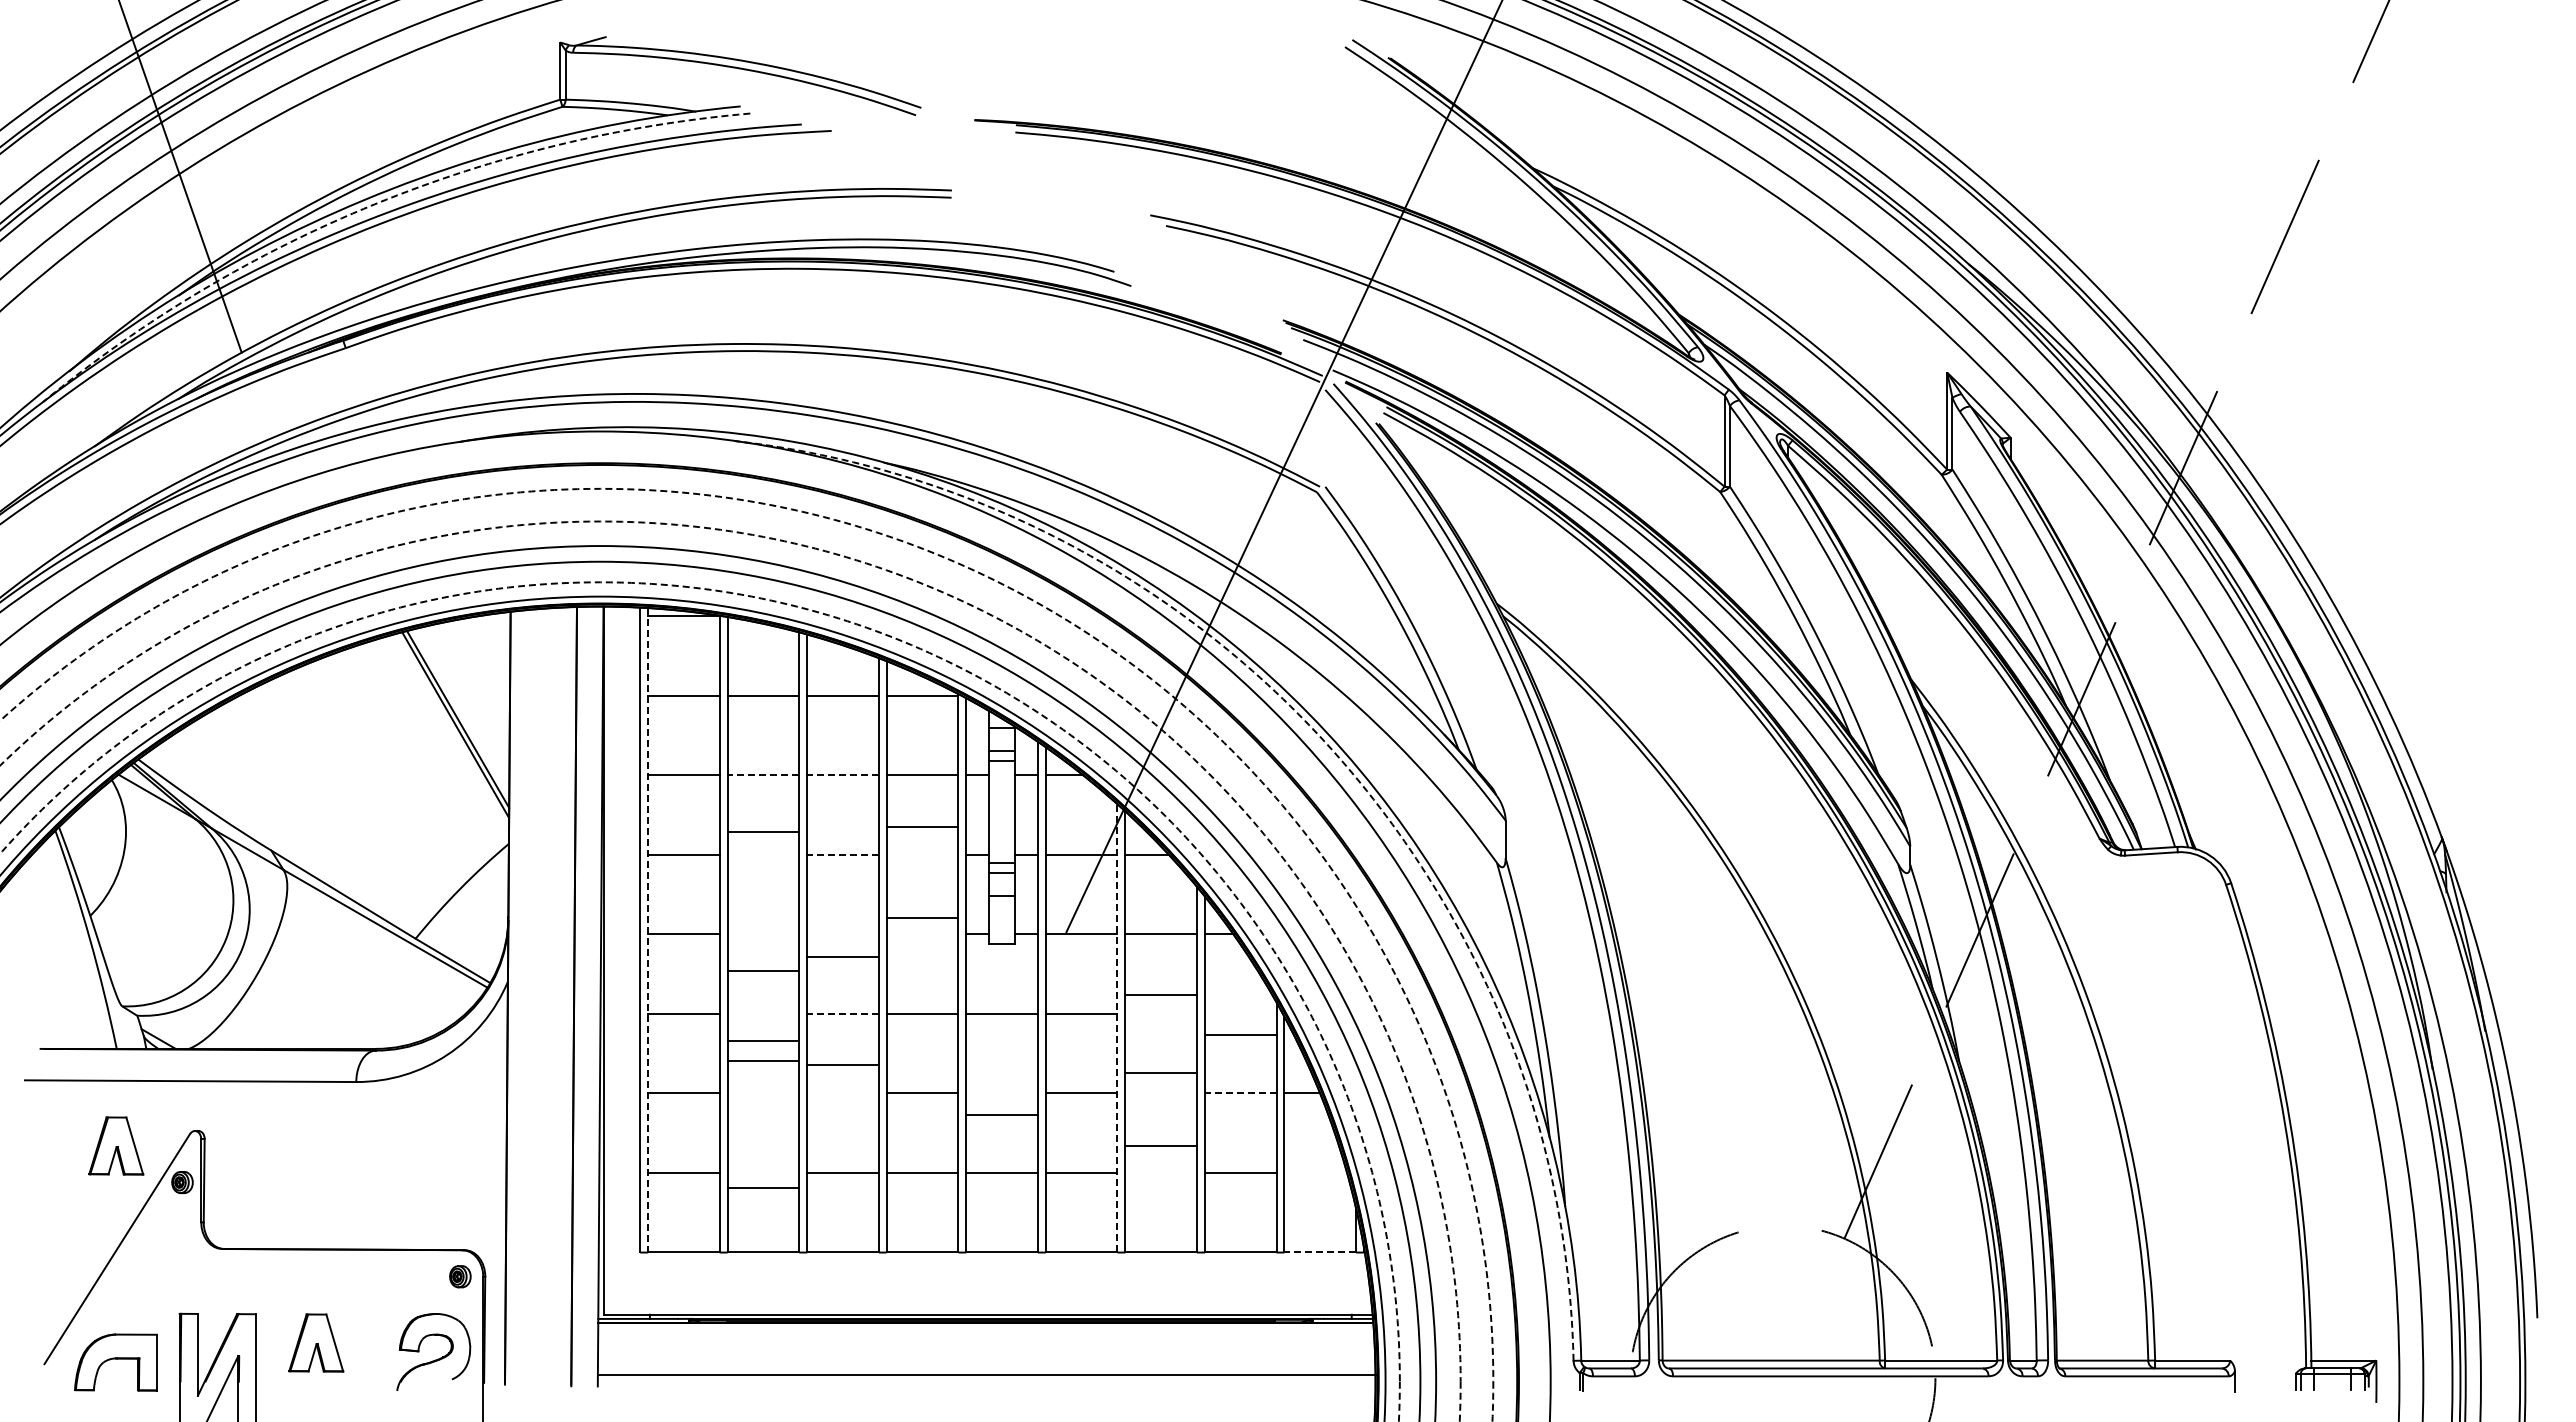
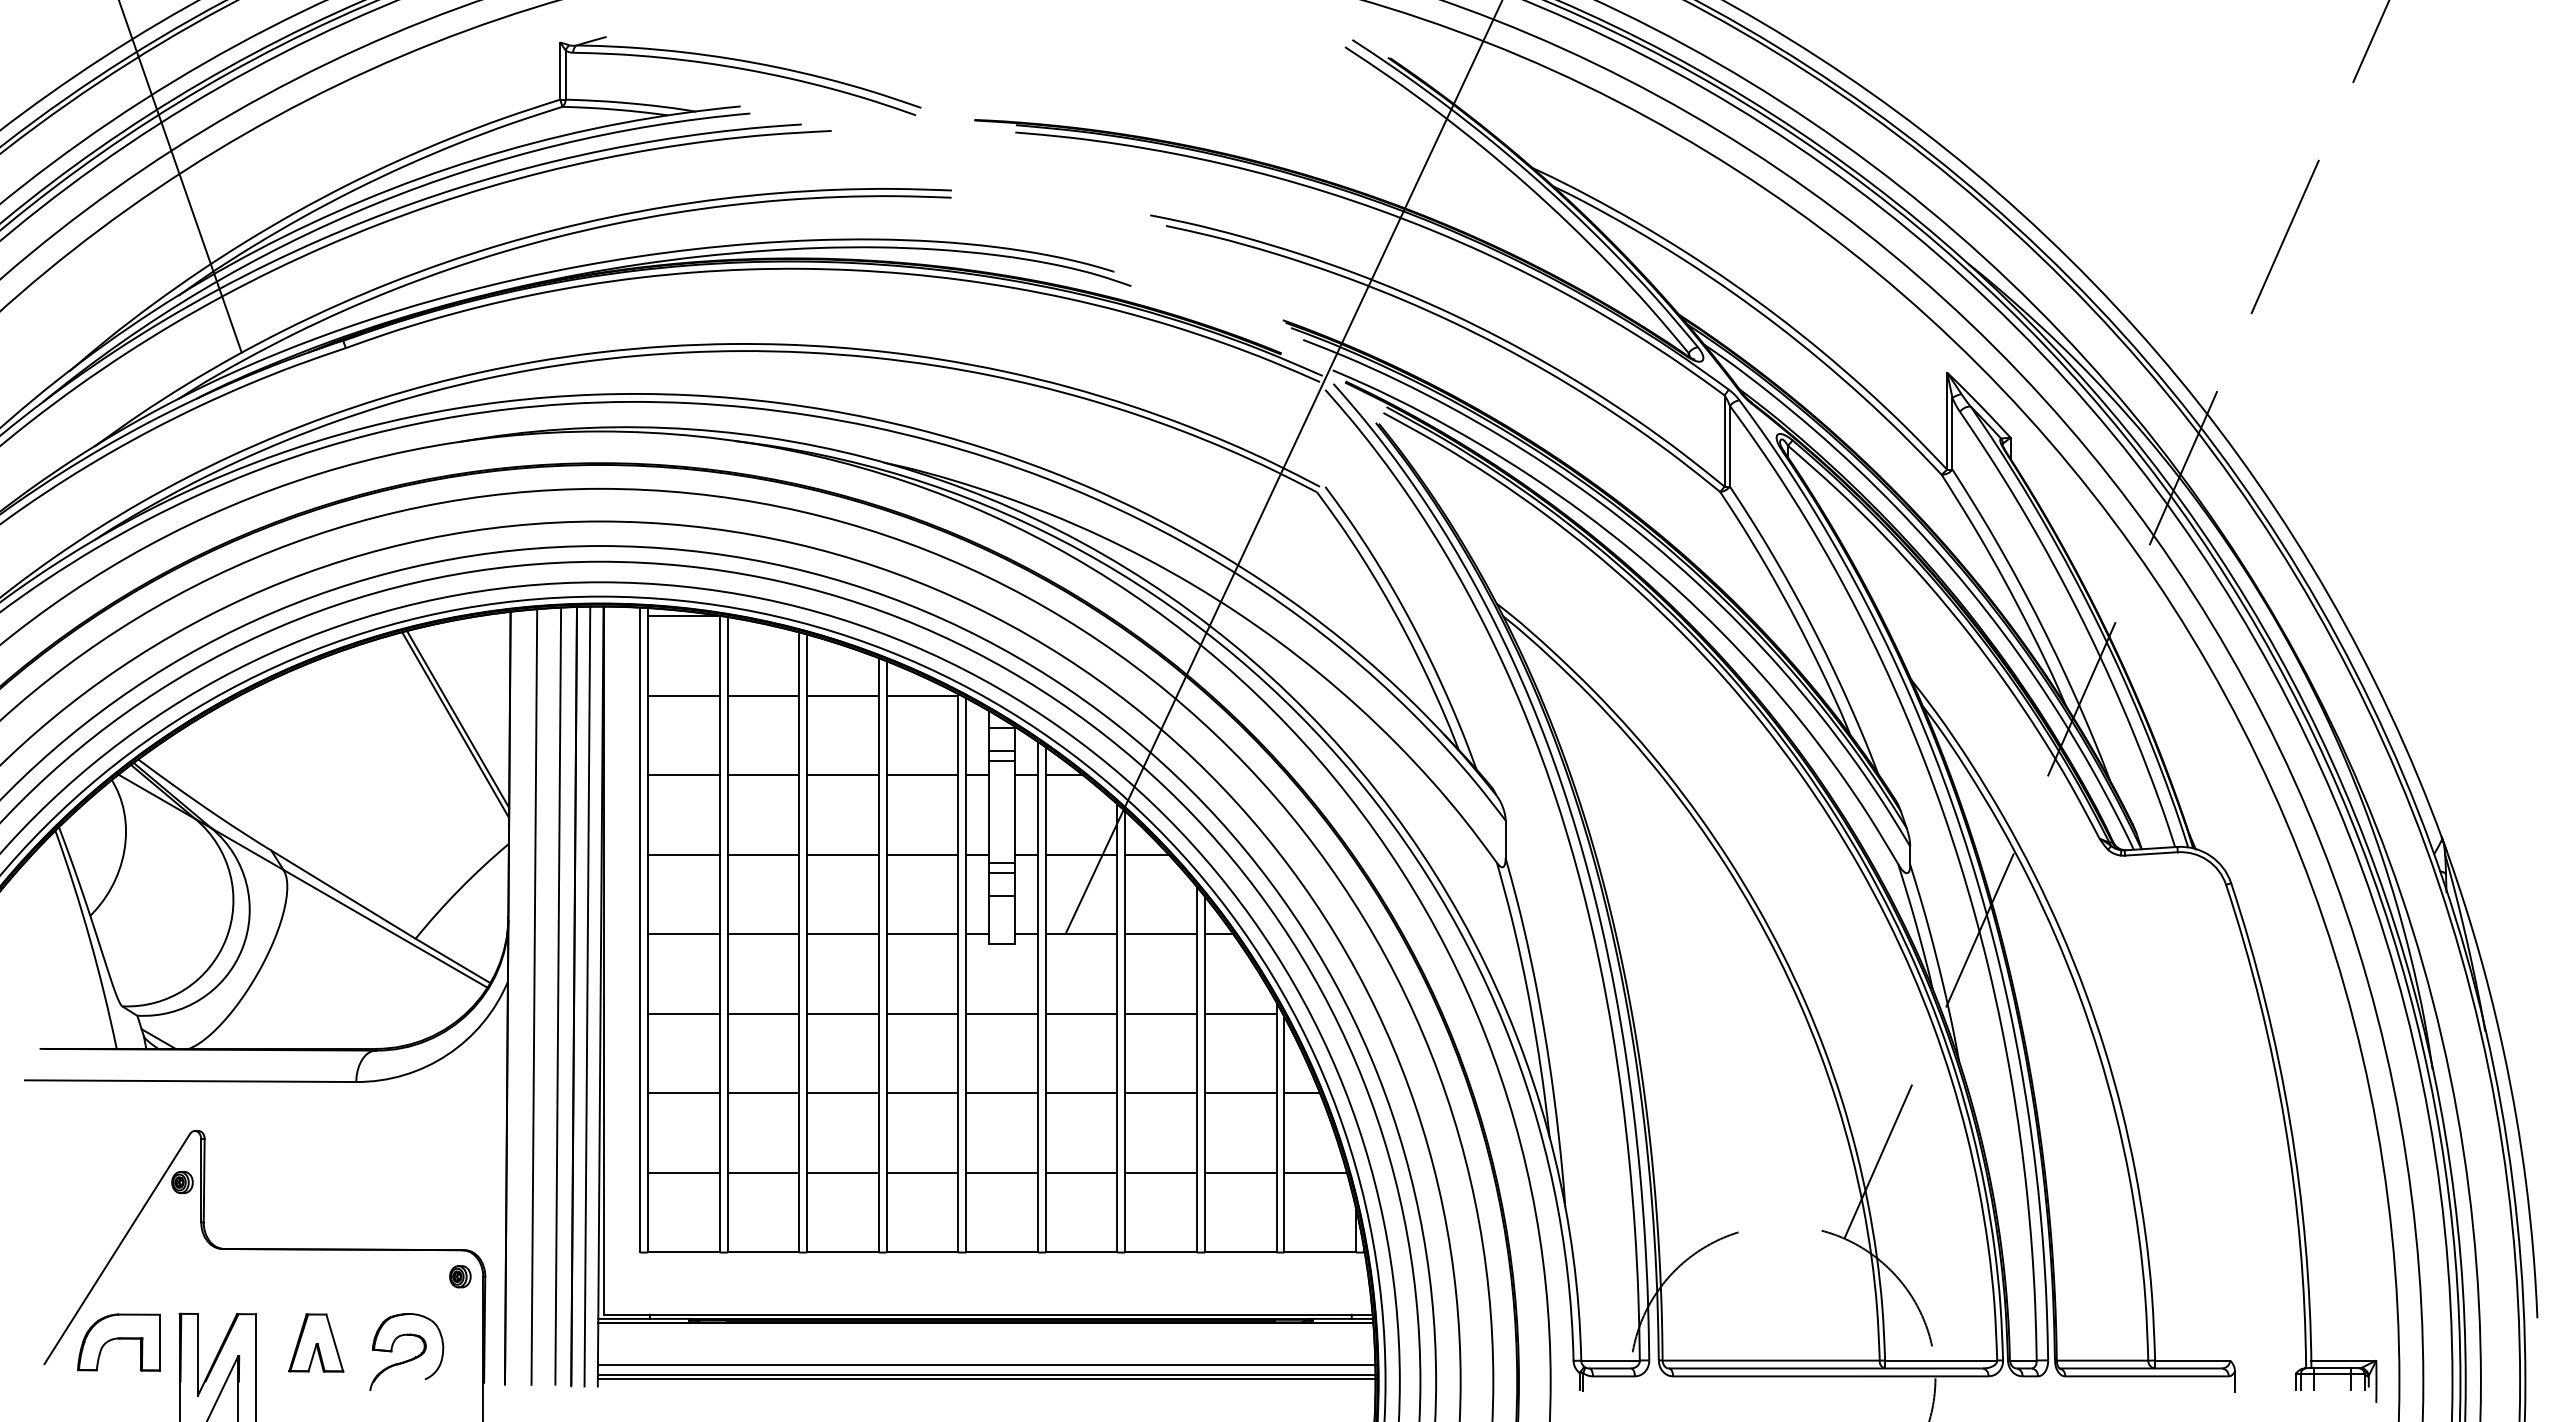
arc at (374, 204): dashed -> solid
arc at (1326, 743): dashed -> solid
line at (763, 775): dashed -> solid
line at (842, 775): dashed -> solid
line at (922, 826) position: (922, 826) -> (922, 854)
line at (763, 831) position: (763, 831) -> (763, 854)
line at (842, 854): dashed -> solid
line at (922, 918) position: (922, 918) -> (922, 934)
line at (648, 930): dashed -> solid
circle at (746, 954): dashed -> solid
line at (842, 957) position: (842, 957) -> (842, 934)
circle at (730, 971): dashed -> solid
line at (763, 971) position: (763, 971) -> (763, 934)
line at (1160, 994) position: (1160, 994) -> (1160, 1013)
line at (558, 995): none -> present
line at (534, 996): none -> present
line at (587, 996): none -> present
circle at (699, 1001): dashed -> solid
line at (842, 1013): dashed -> solid
line at (1117, 1027): dashed -> solid
line at (1240, 1034) position: (1240, 1034) -> (1240, 1013)
line at (763, 1040) position: (763, 1040) -> (763, 1013)
line at (763, 1061) position: (763, 1061) -> (763, 1093)
line at (842, 1065) position: (842, 1065) -> (842, 1093)
line at (1160, 1073) position: (1160, 1073) -> (1160, 1093)
line at (1240, 1093): dashed -> solid
line at (1001, 1115) position: (1001, 1115) -> (1001, 1093)
part at (116, 1145): present -> none
line at (1160, 1145) position: (1160, 1145) -> (1160, 1172)
line at (1315, 1172): none -> present
line at (763, 1187) position: (763, 1187) -> (763, 1172)
line at (1320, 1252): dashed -> solid
part at (435, 1359) position: (435, 1359) -> (408, 1359)
part at (115, 1362) position: (115, 1362) -> (118, 1342)
line at (986, 1365): none -> present
line at (986, 1379): none -> present
